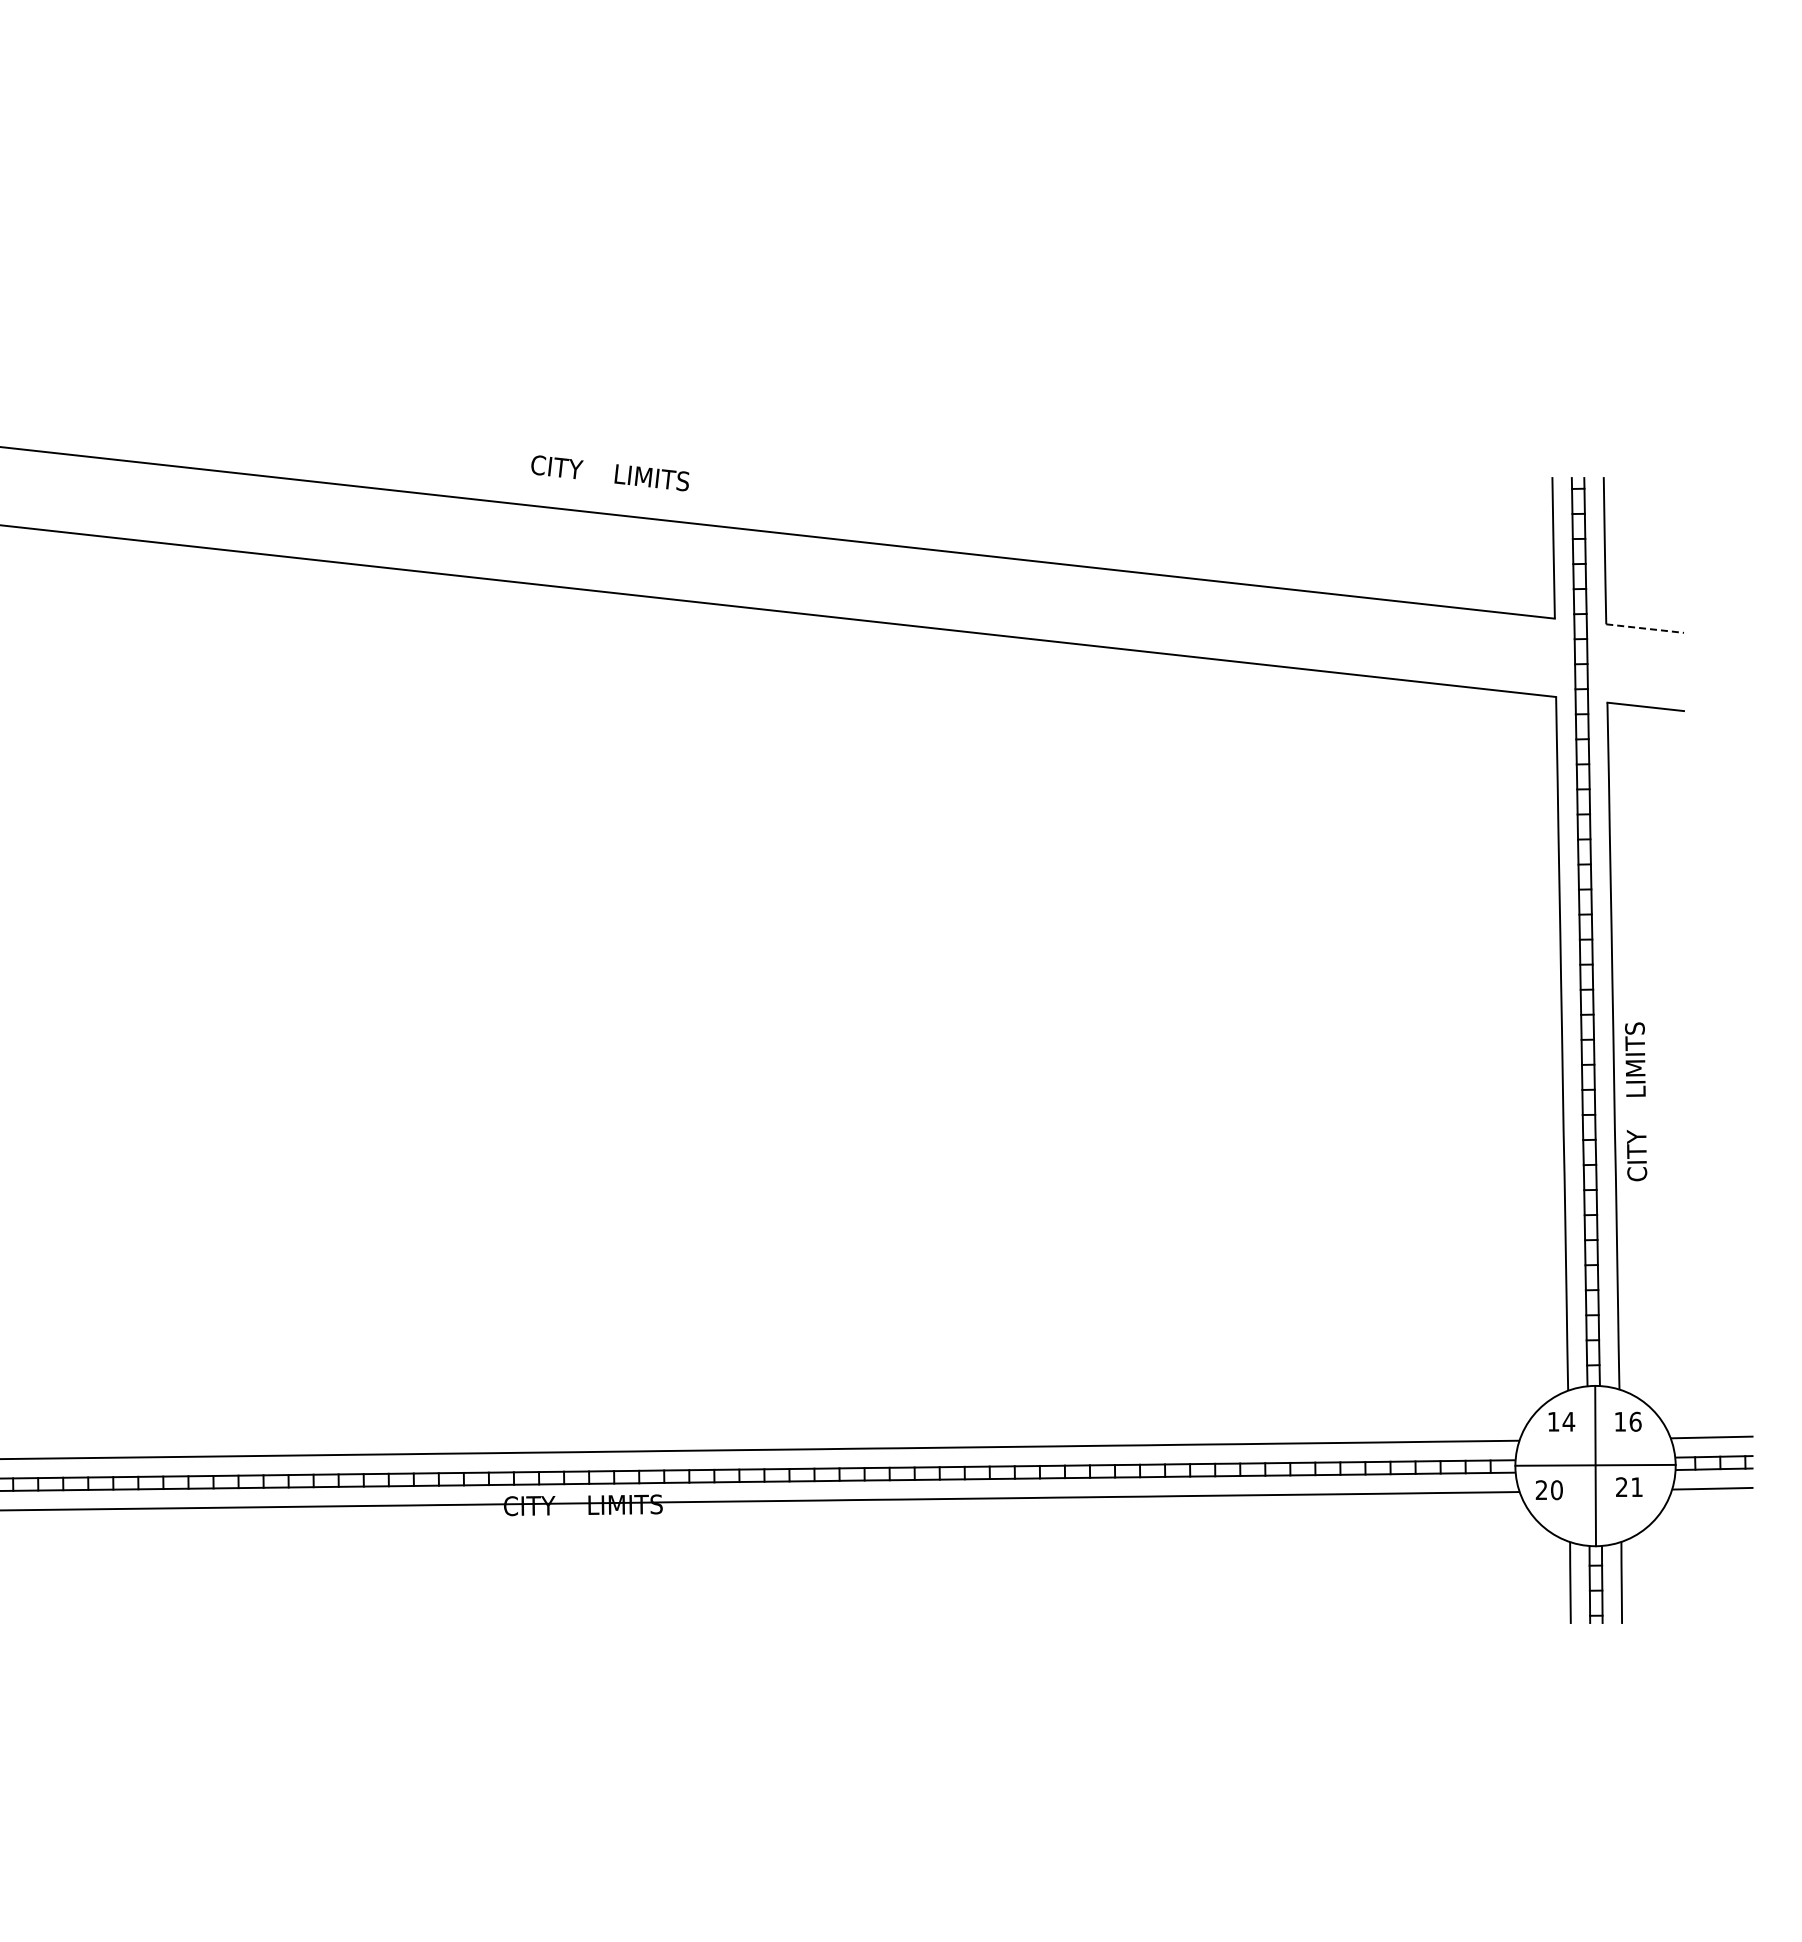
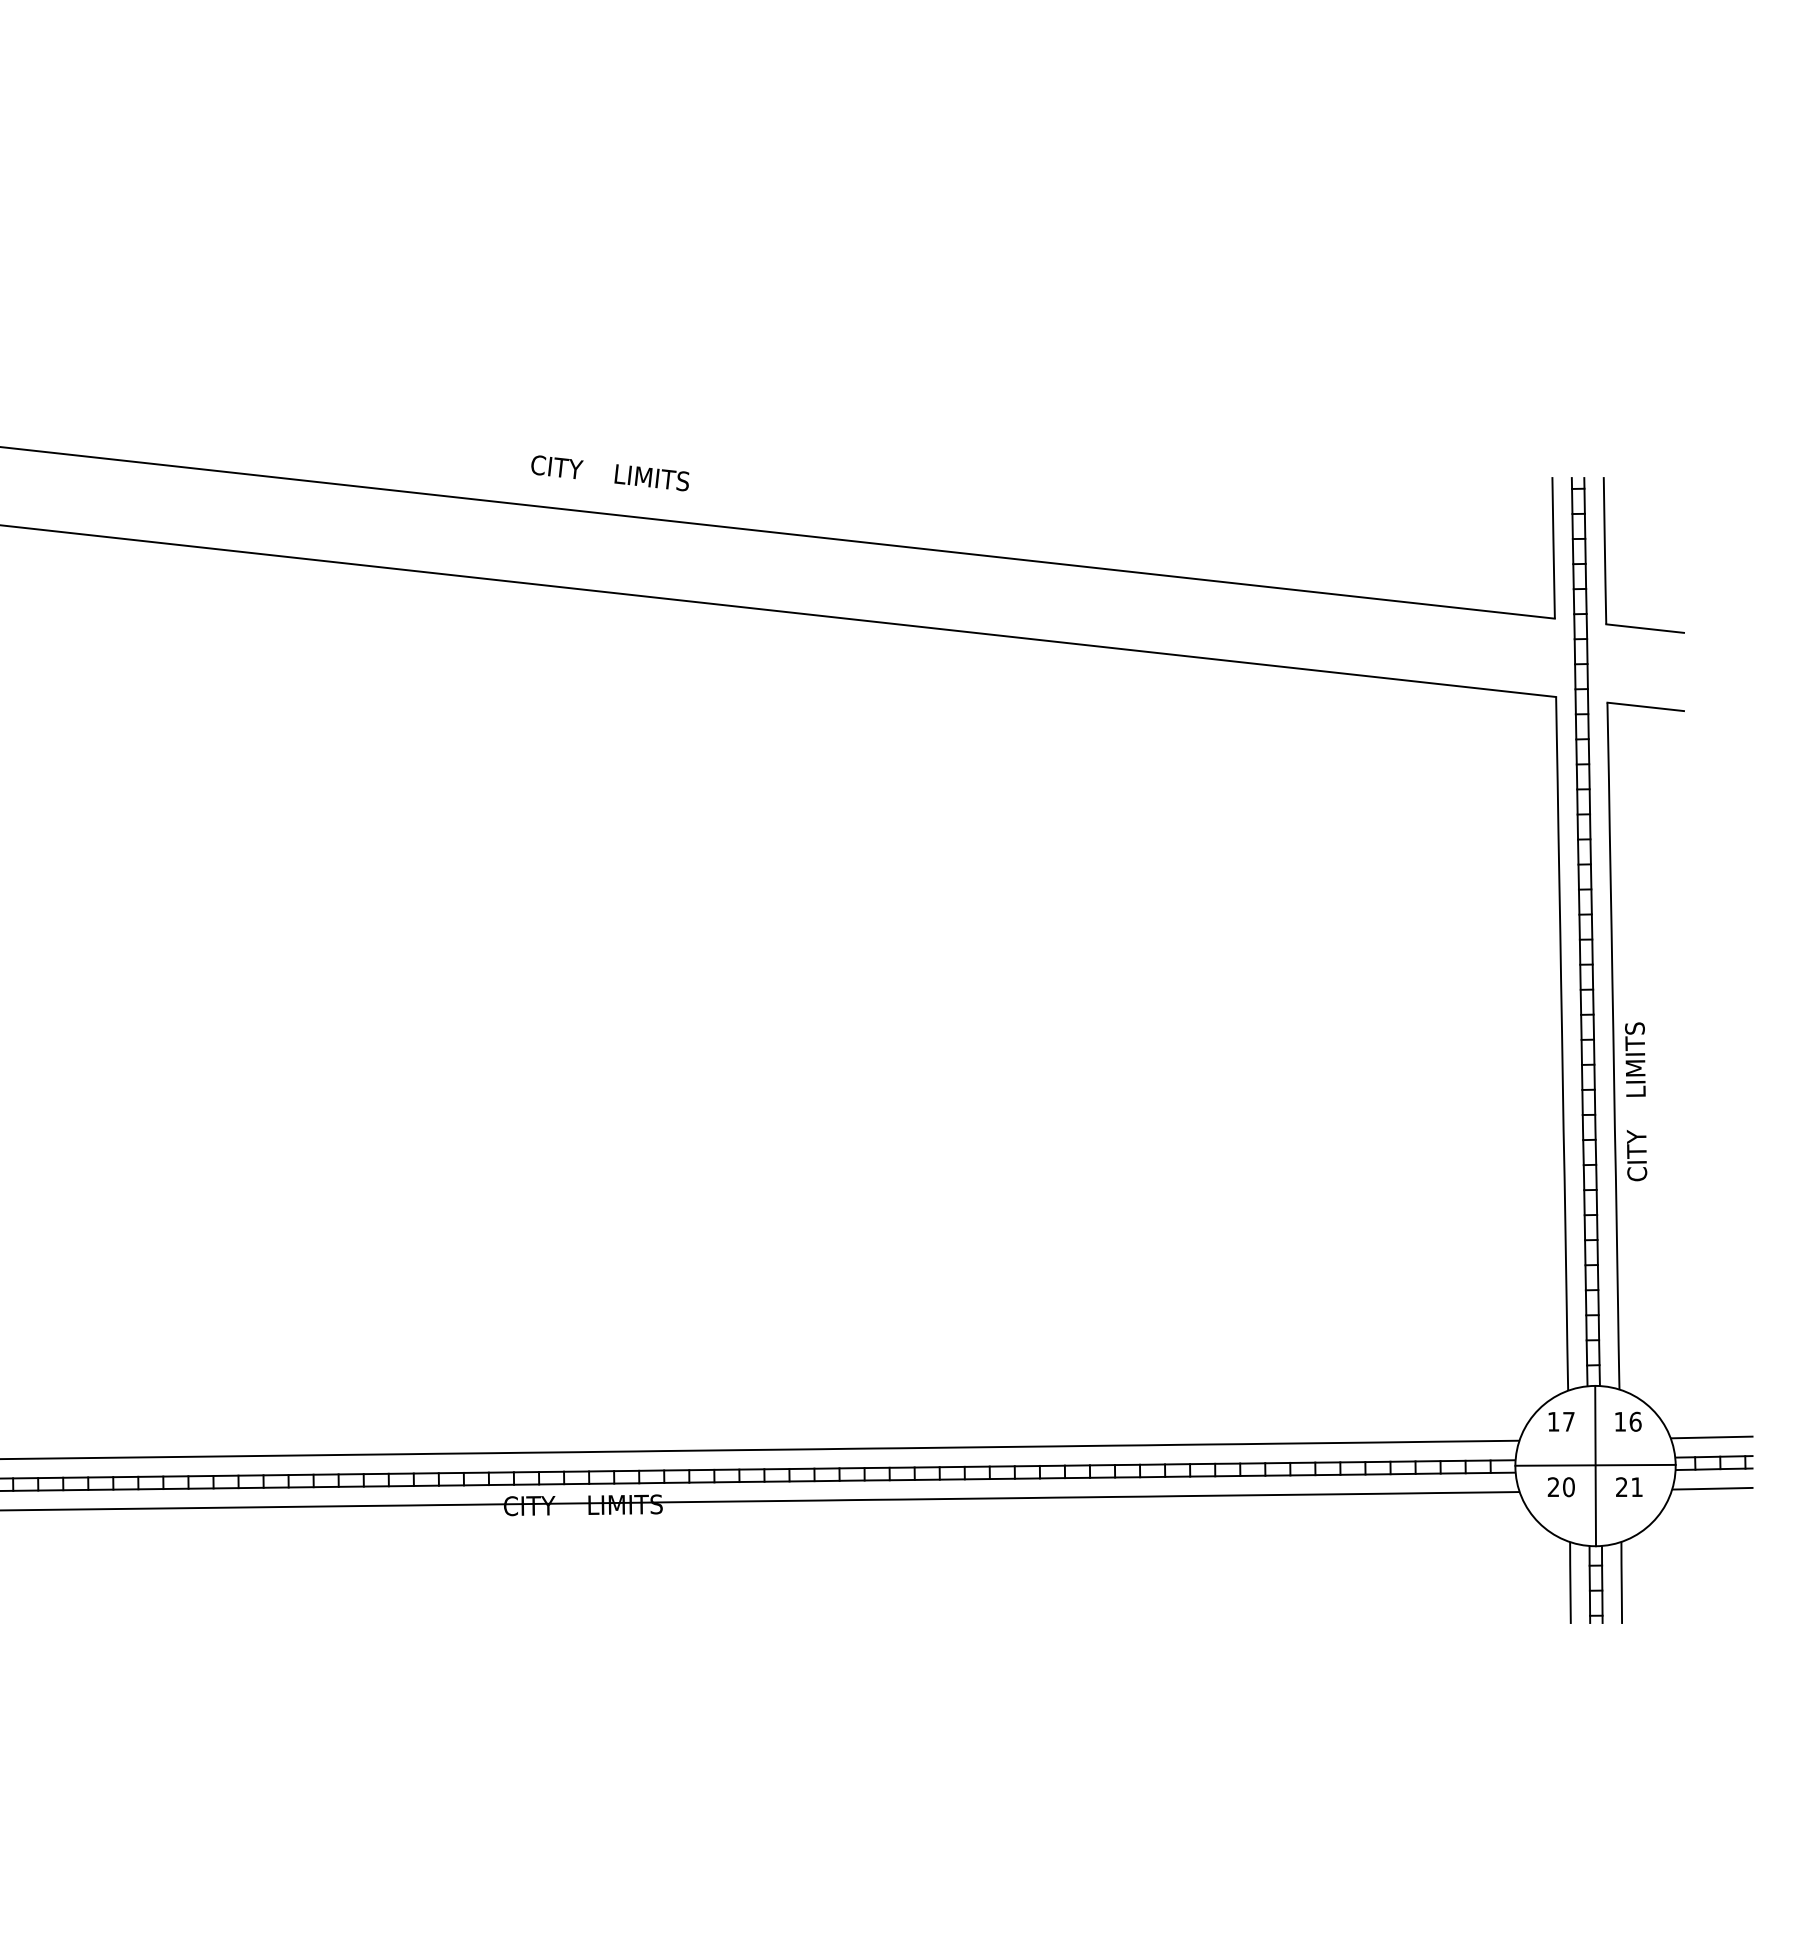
line at (1645, 628): dashed -> solid
text at (1568, 1421): 14 -> 17
text at (1548, 1490) position: (1548, 1490) -> (1560, 1487)
